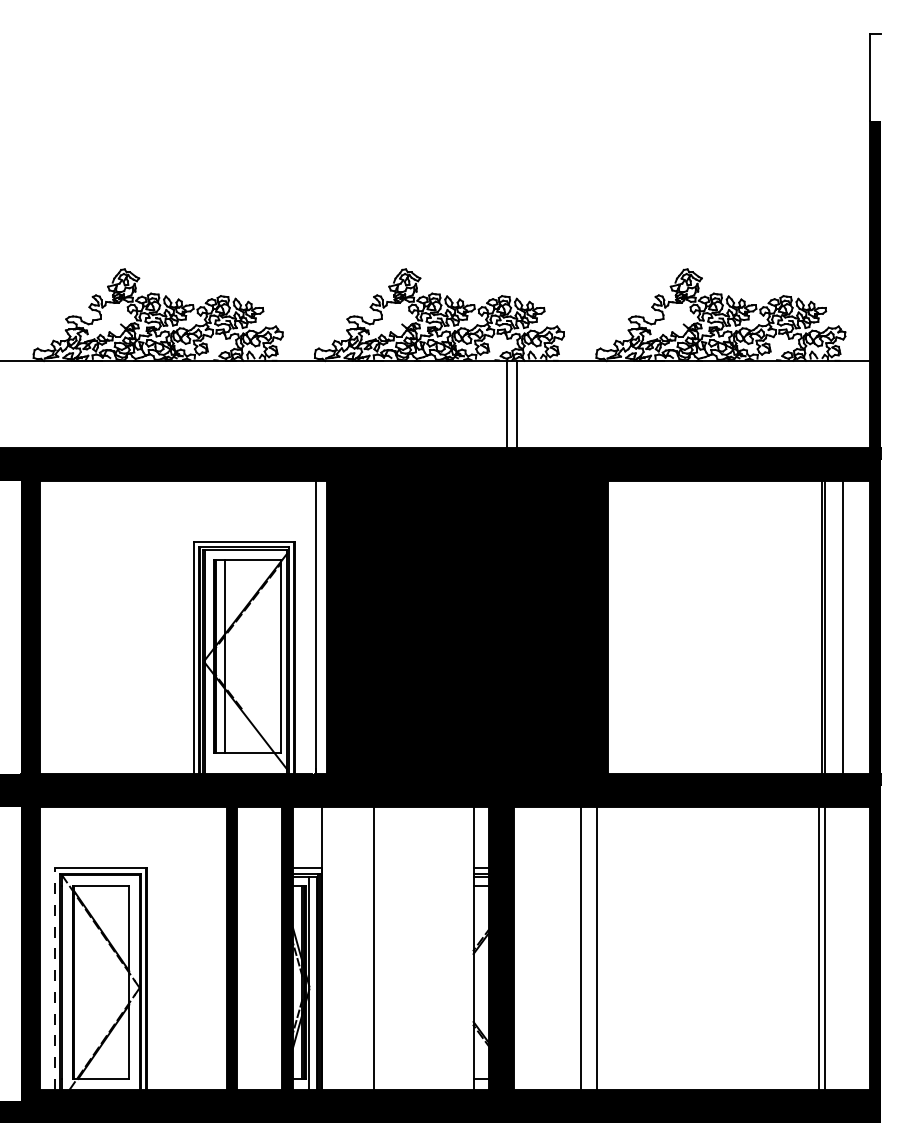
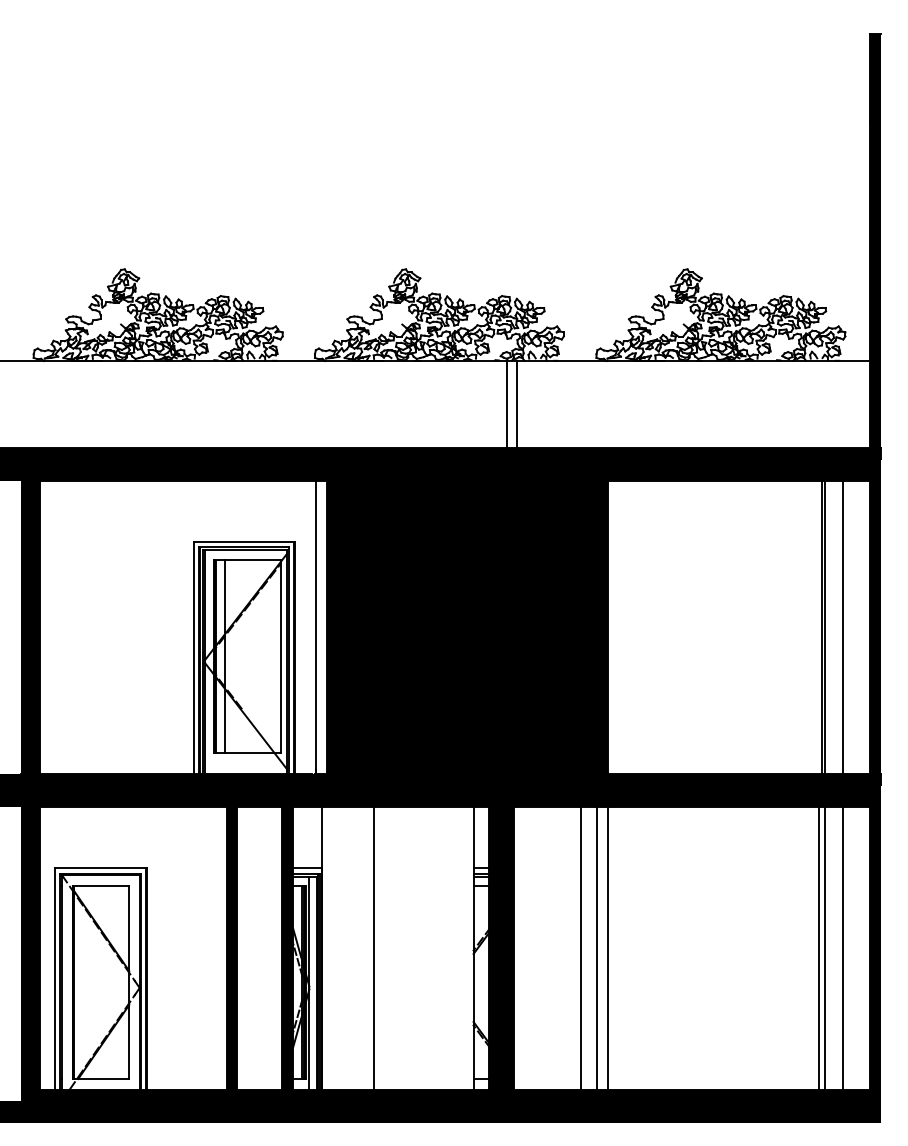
fill at (874, 77): none -> present
line at (608, 947): none -> present
line at (843, 947): none -> present
line at (55, 979): dashed -> solid
